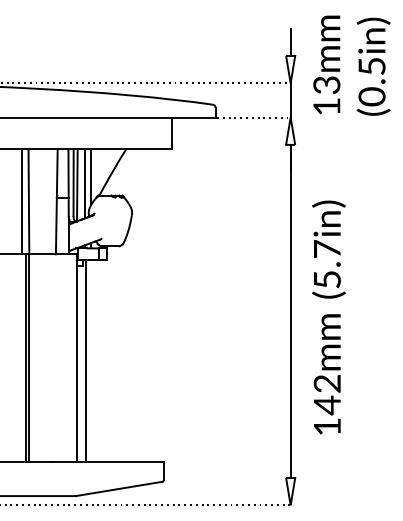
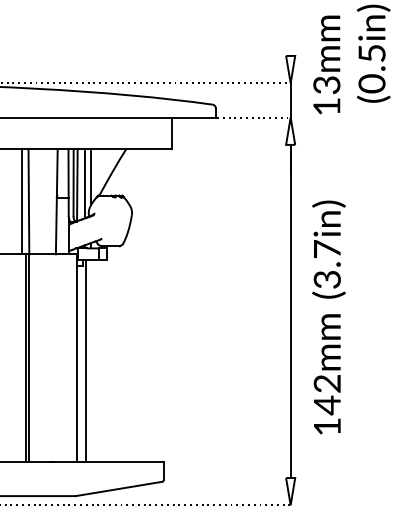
line at (290, 41): present -> none
text at (373, 66) position: (373, 66) -> (373, 53)
text at (326, 279): (5.7in) -> (3.7in)
